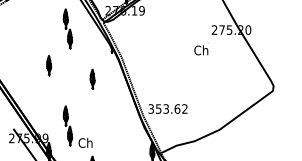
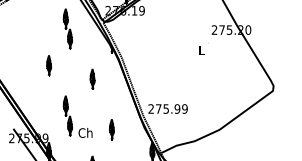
text at (201, 50): Ch -> L
text at (167, 108): 353.62 -> 275.99
part at (77, 126) position: (77, 126) -> (77, 116)
part at (111, 129): none -> present
